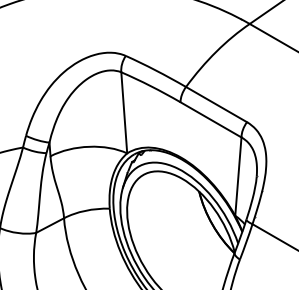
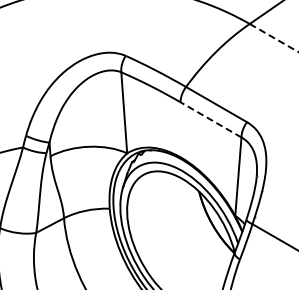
line at (274, 37): solid -> dashed
line at (210, 119): solid -> dashed
